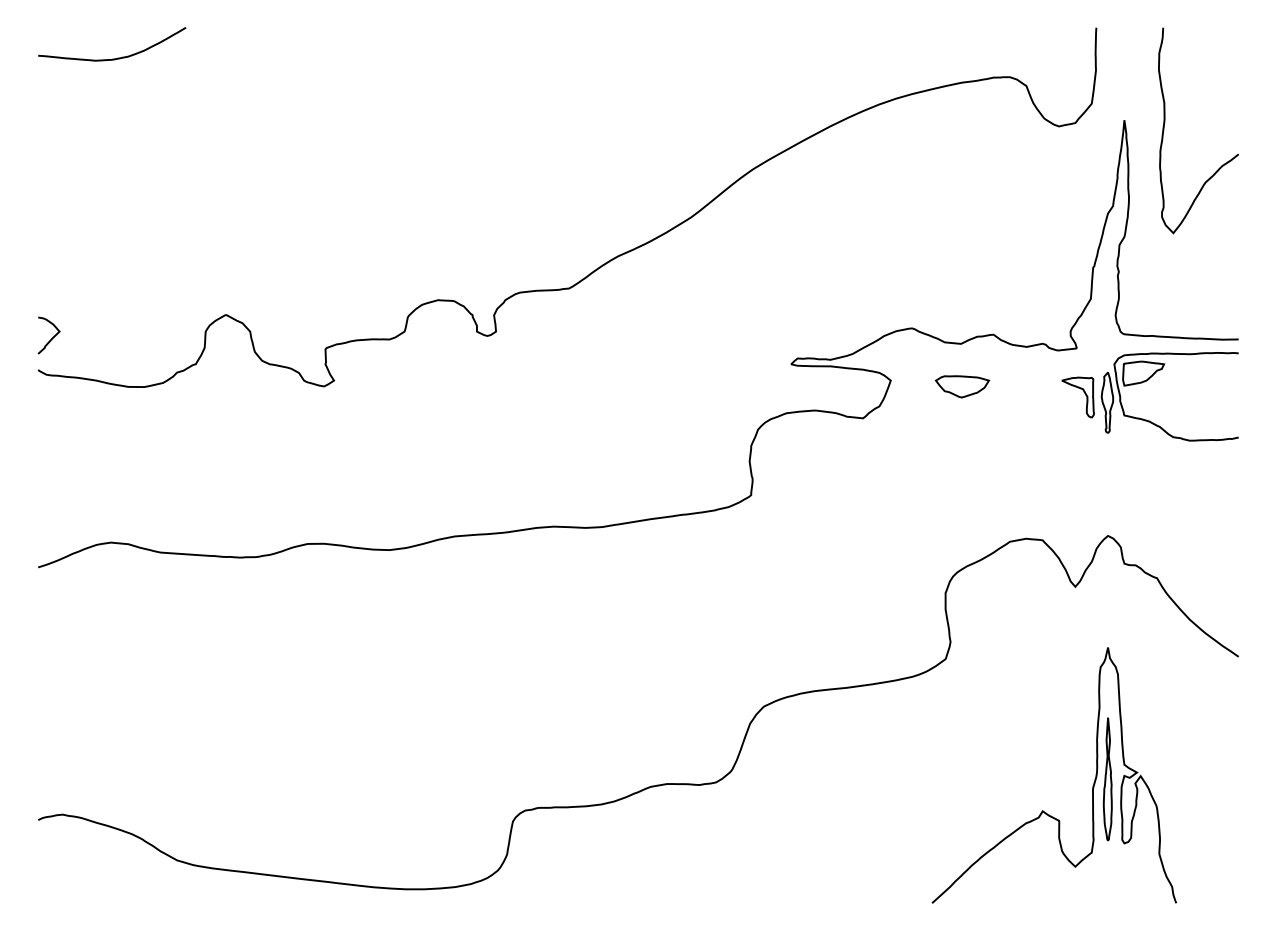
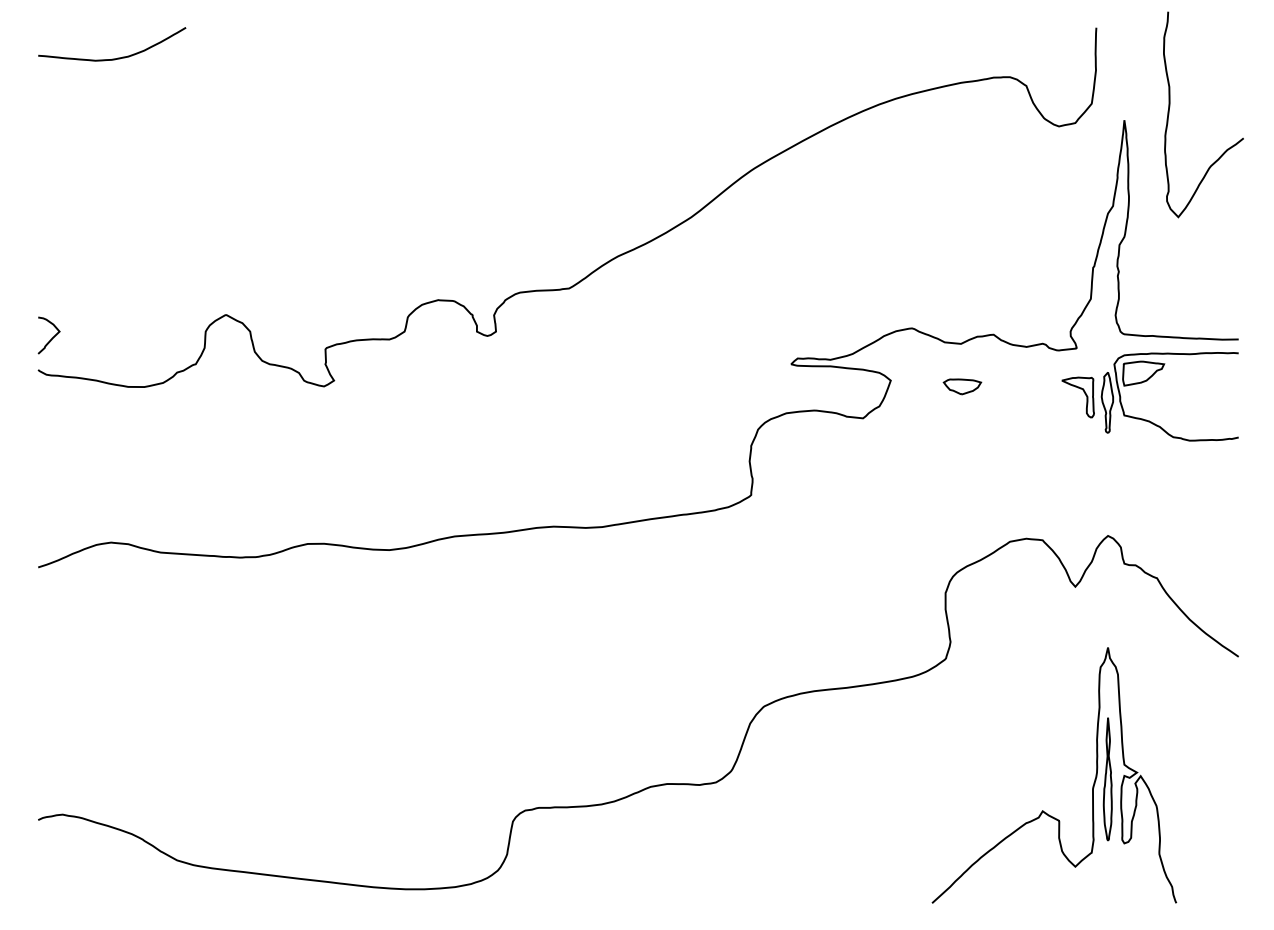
curve at (1165, 123) position: (1165, 123) -> (1170, 107)
part at (962, 386) size: 57x24 px -> 41x18 px
